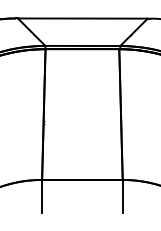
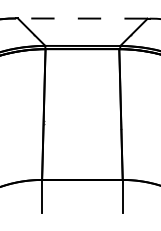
line at (82, 18): solid -> dashed
